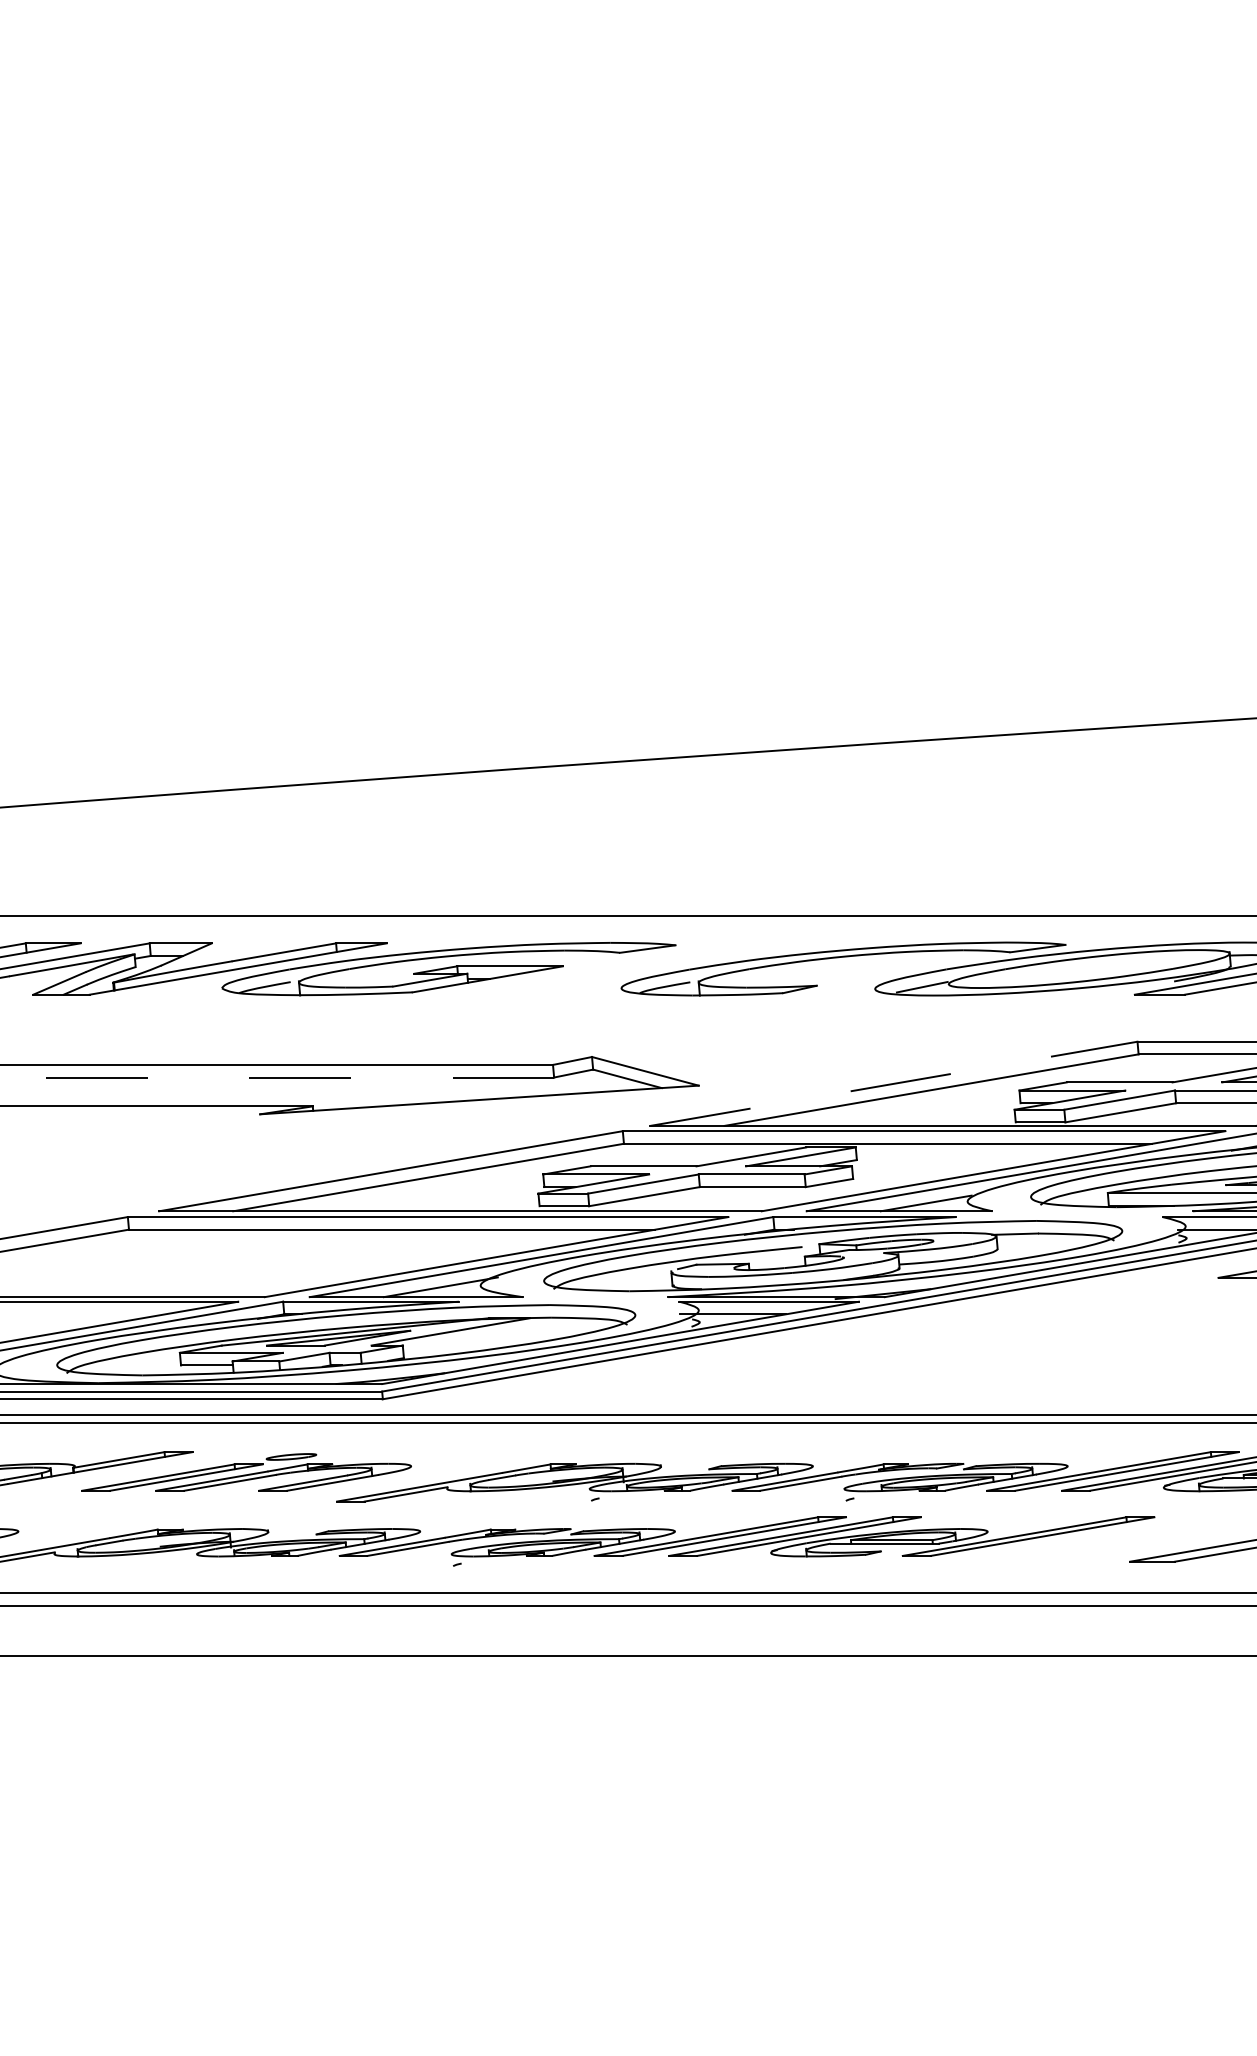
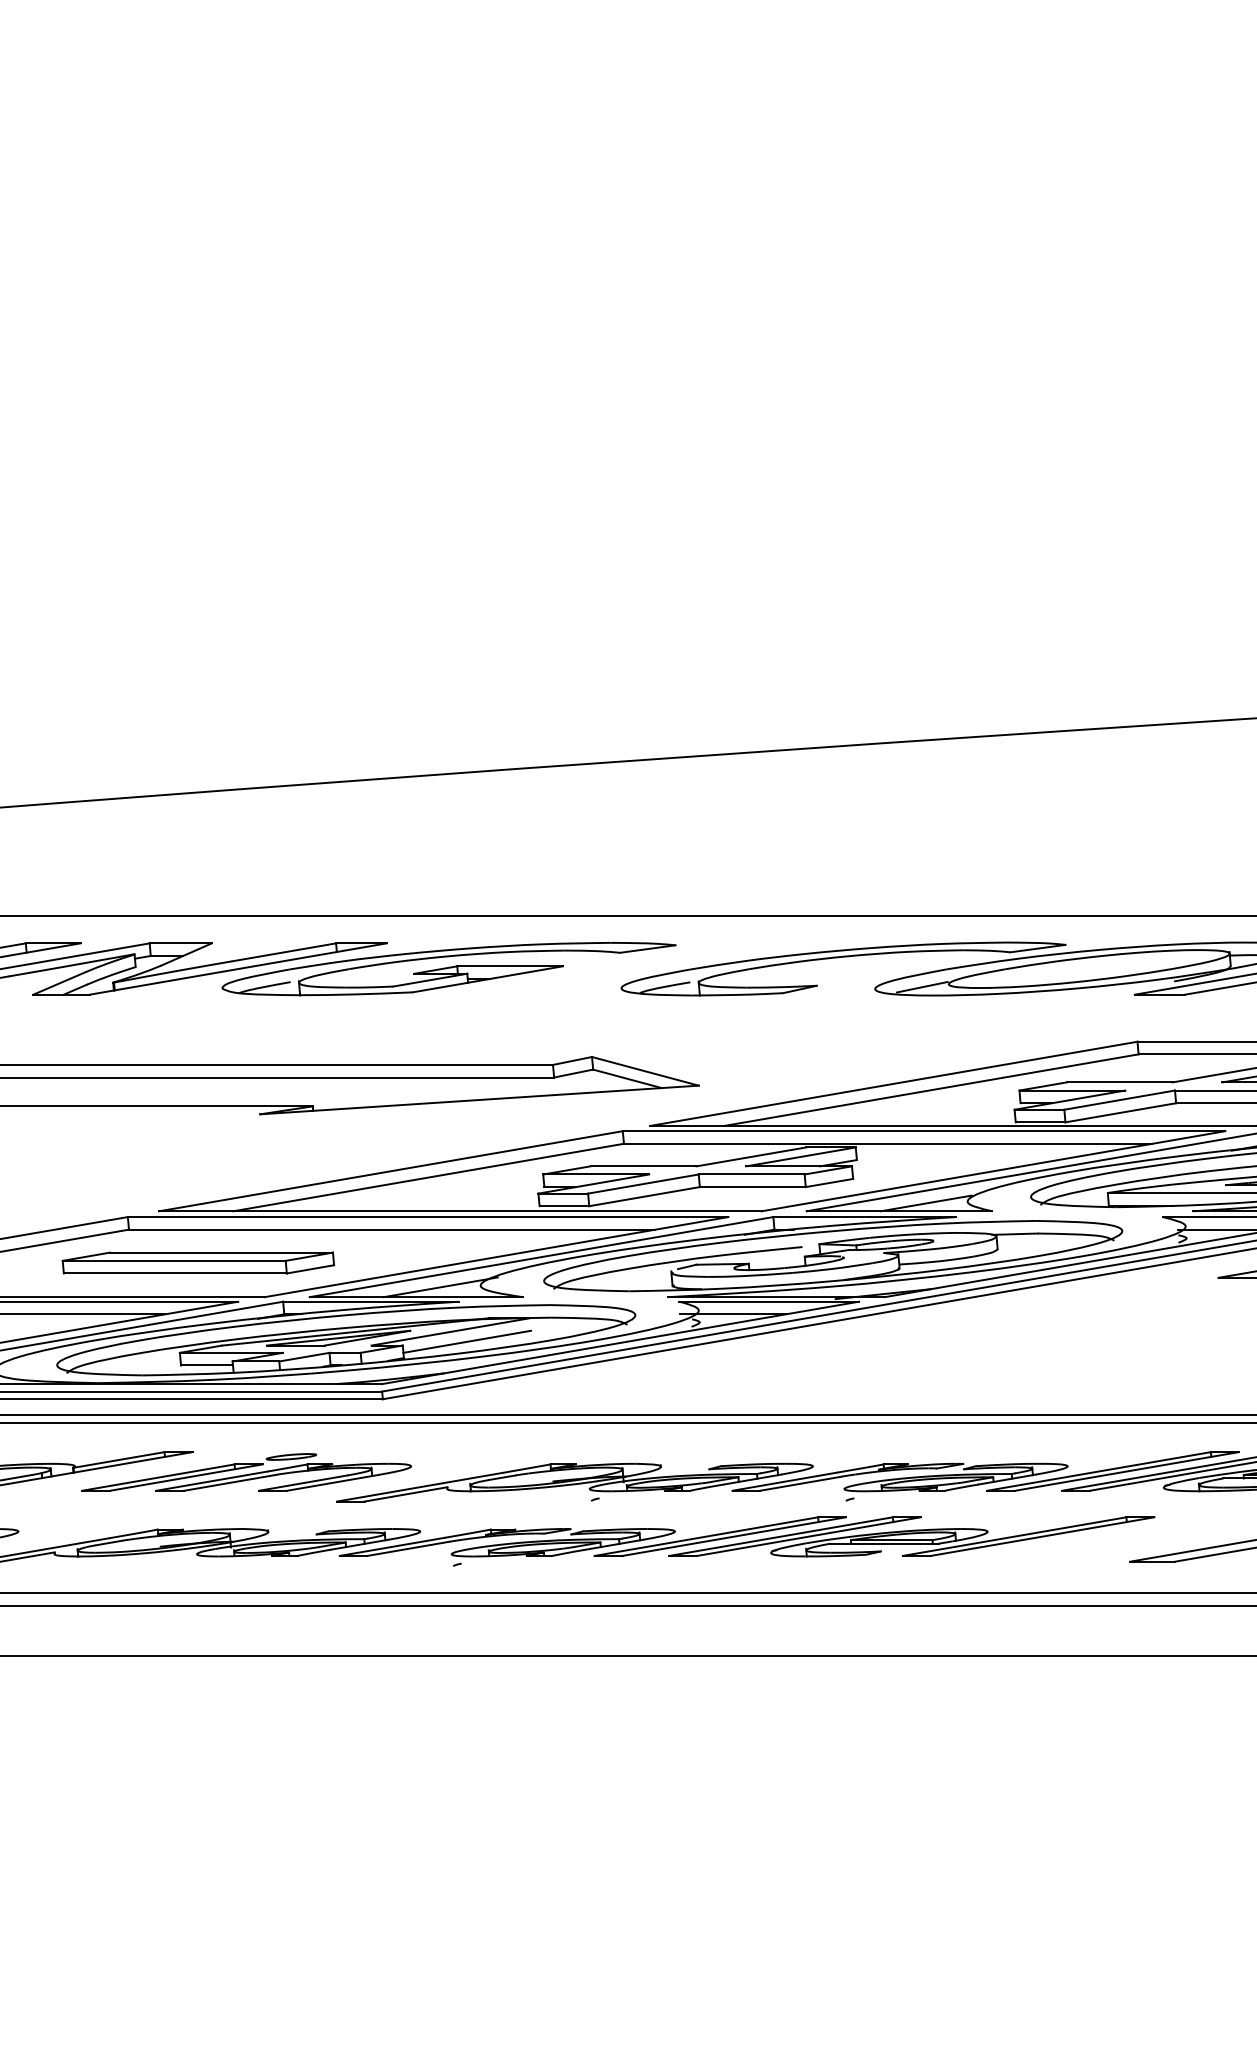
line at (277, 1077): dashed -> solid
line at (894, 1083): dashed -> solid
part at (198, 1262): none -> present
line at (83, 1314): none -> present
line at (467, 1341): none -> present
